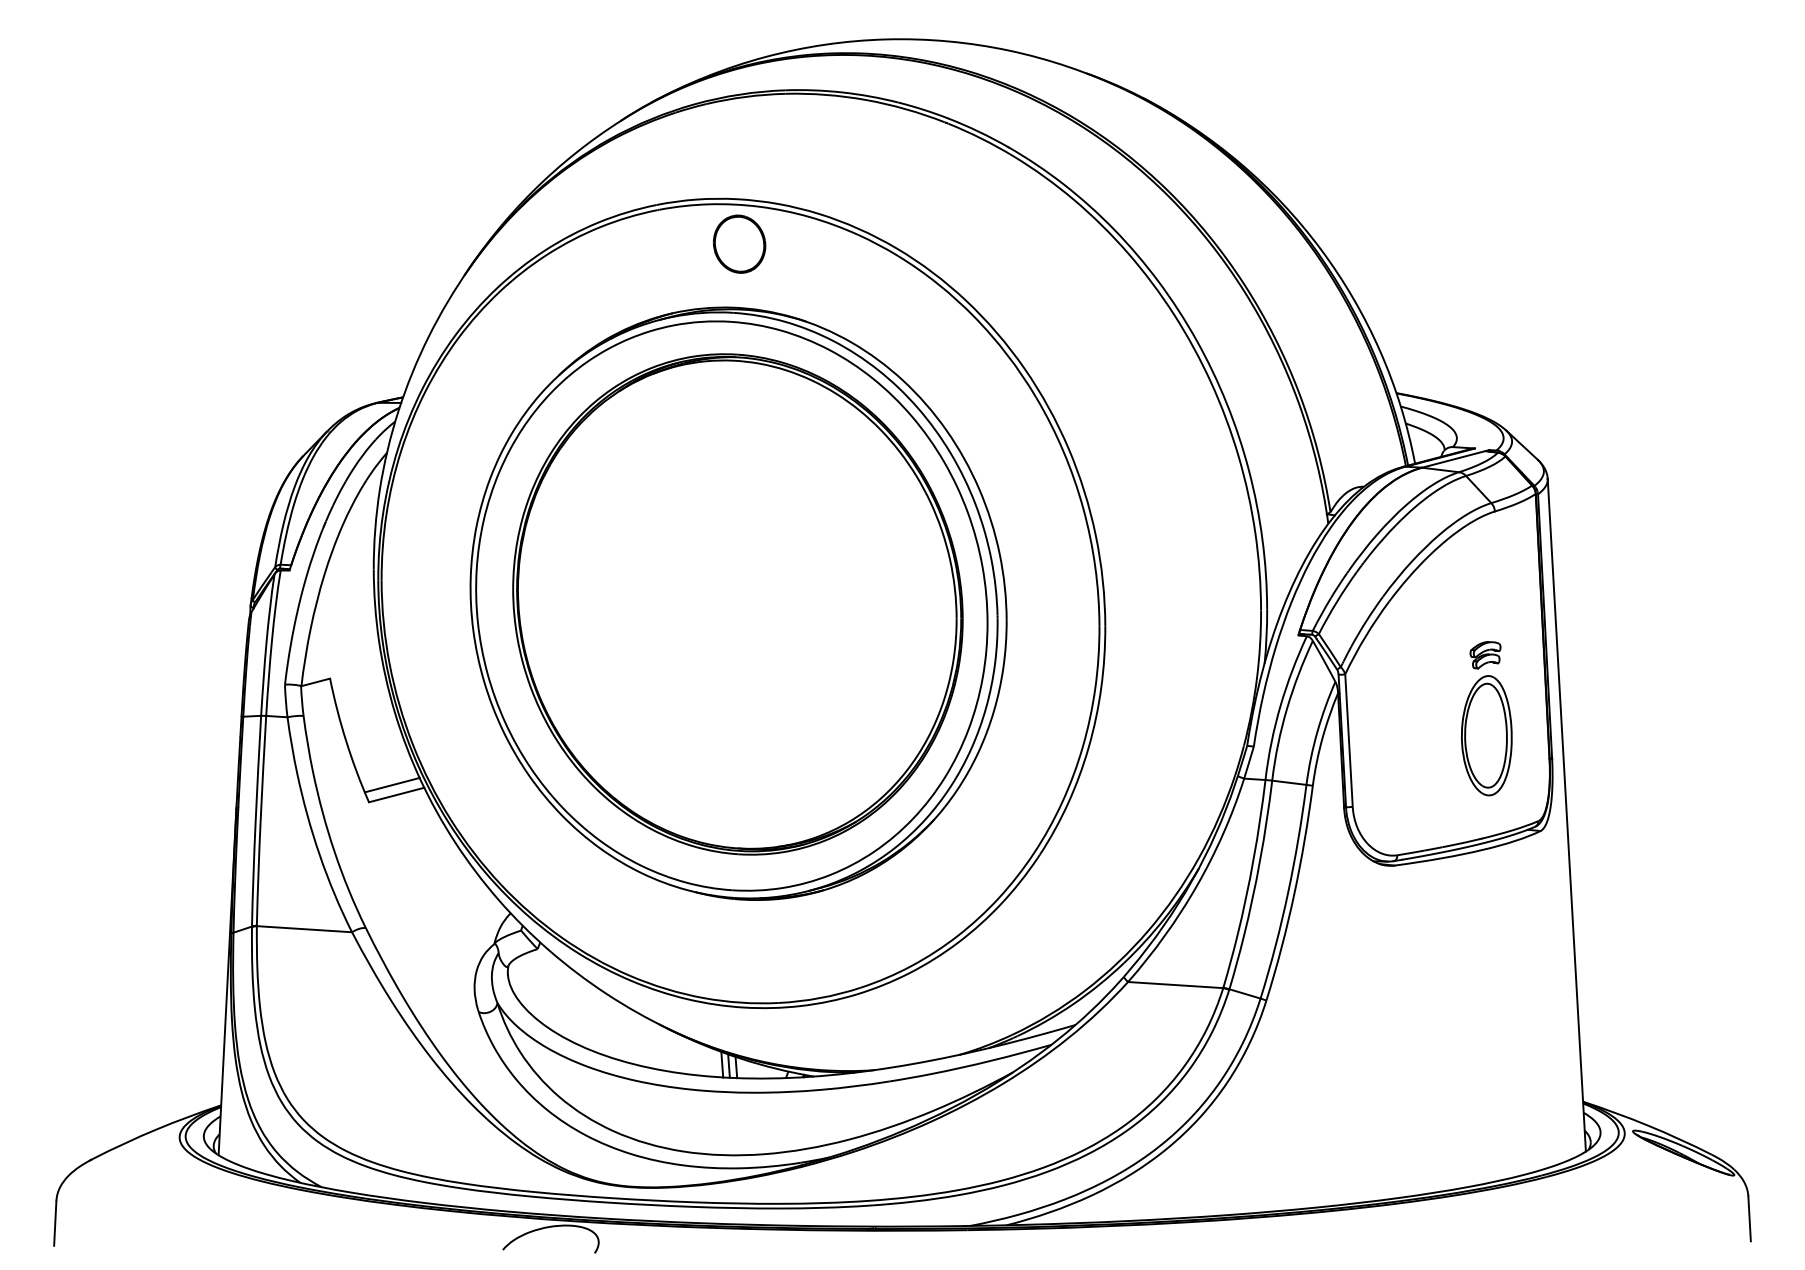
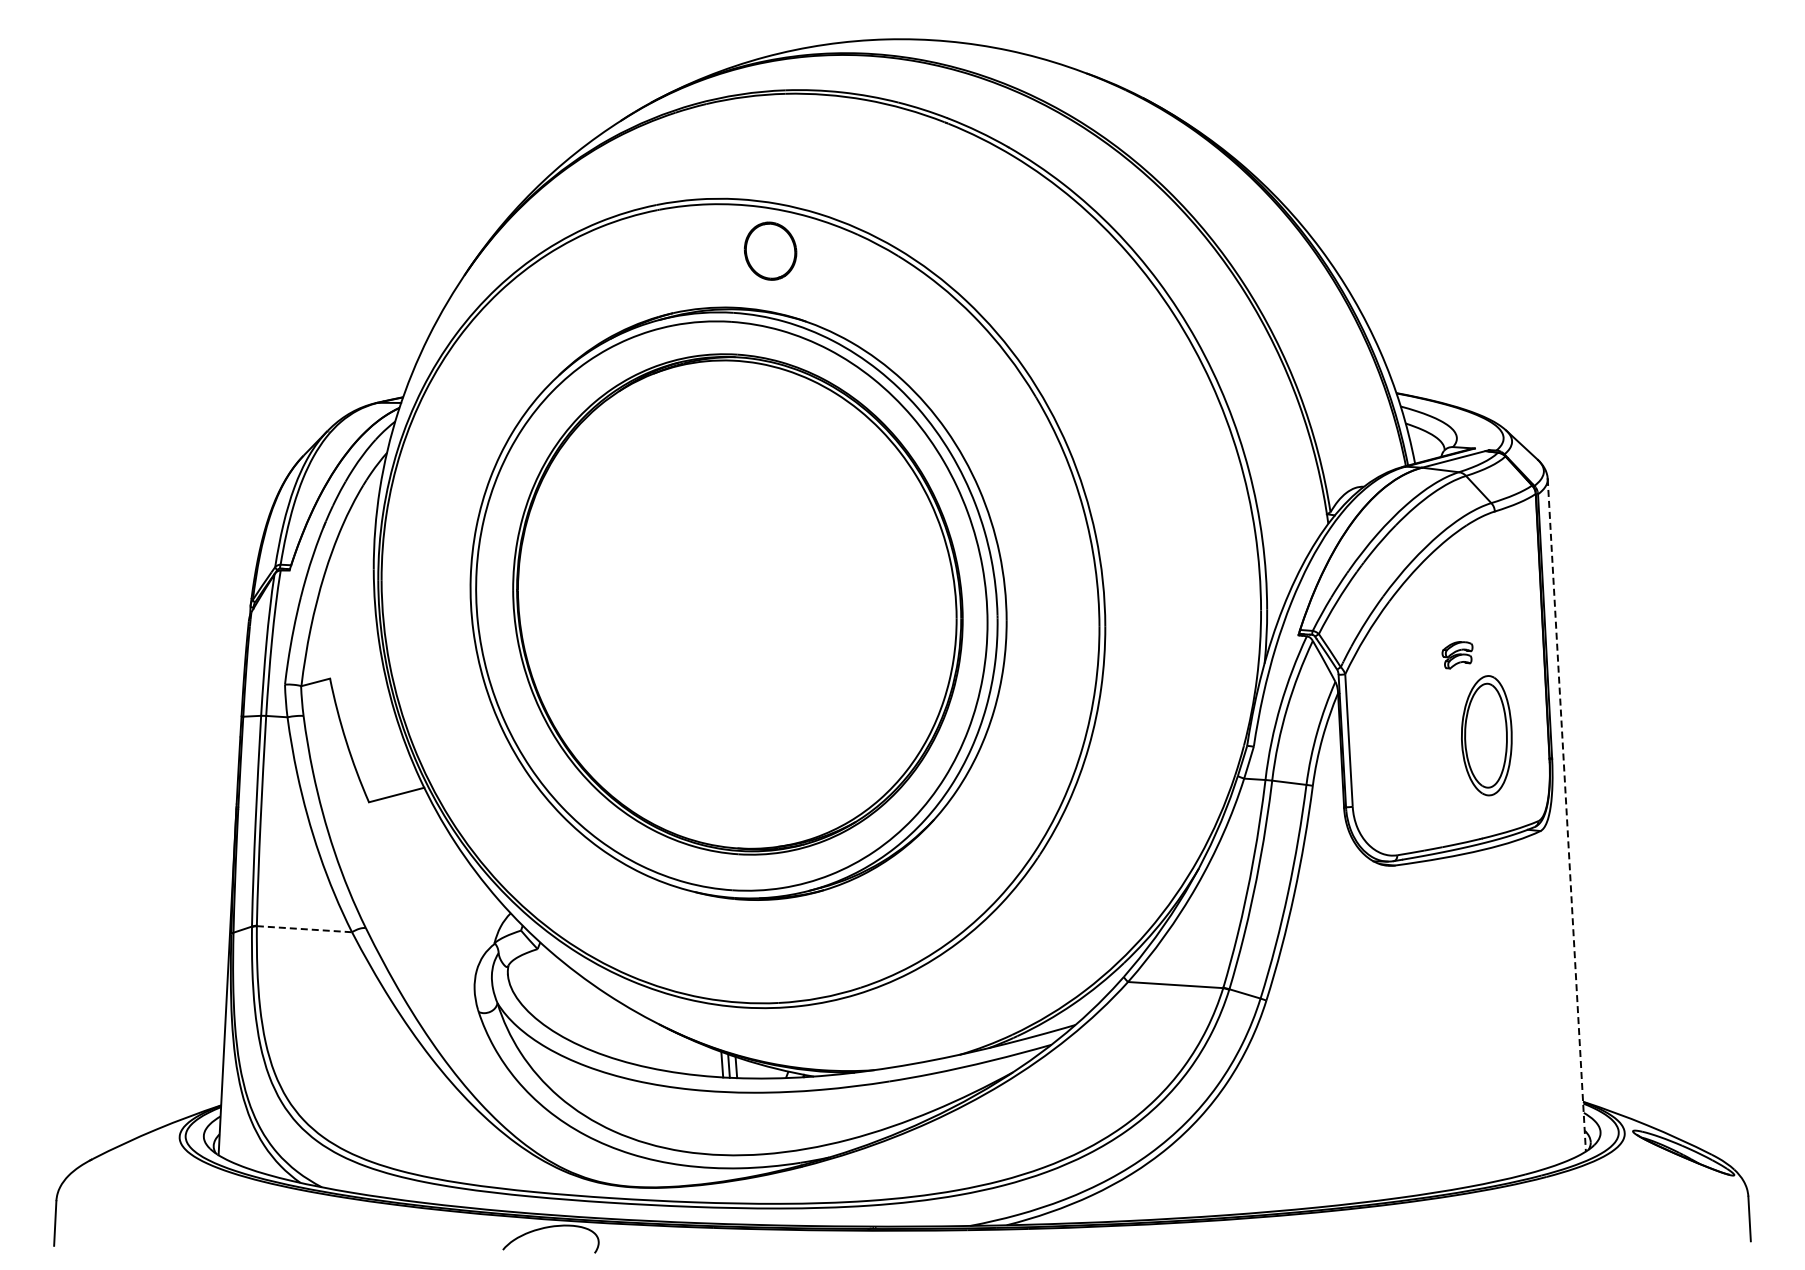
part at (739, 243) position: (739, 243) -> (770, 250)
part at (1485, 655) position: (1485, 655) -> (1457, 655)
line at (391, 784): present -> none
line at (1566, 815): solid -> dashed
line at (304, 929): solid -> dashed
